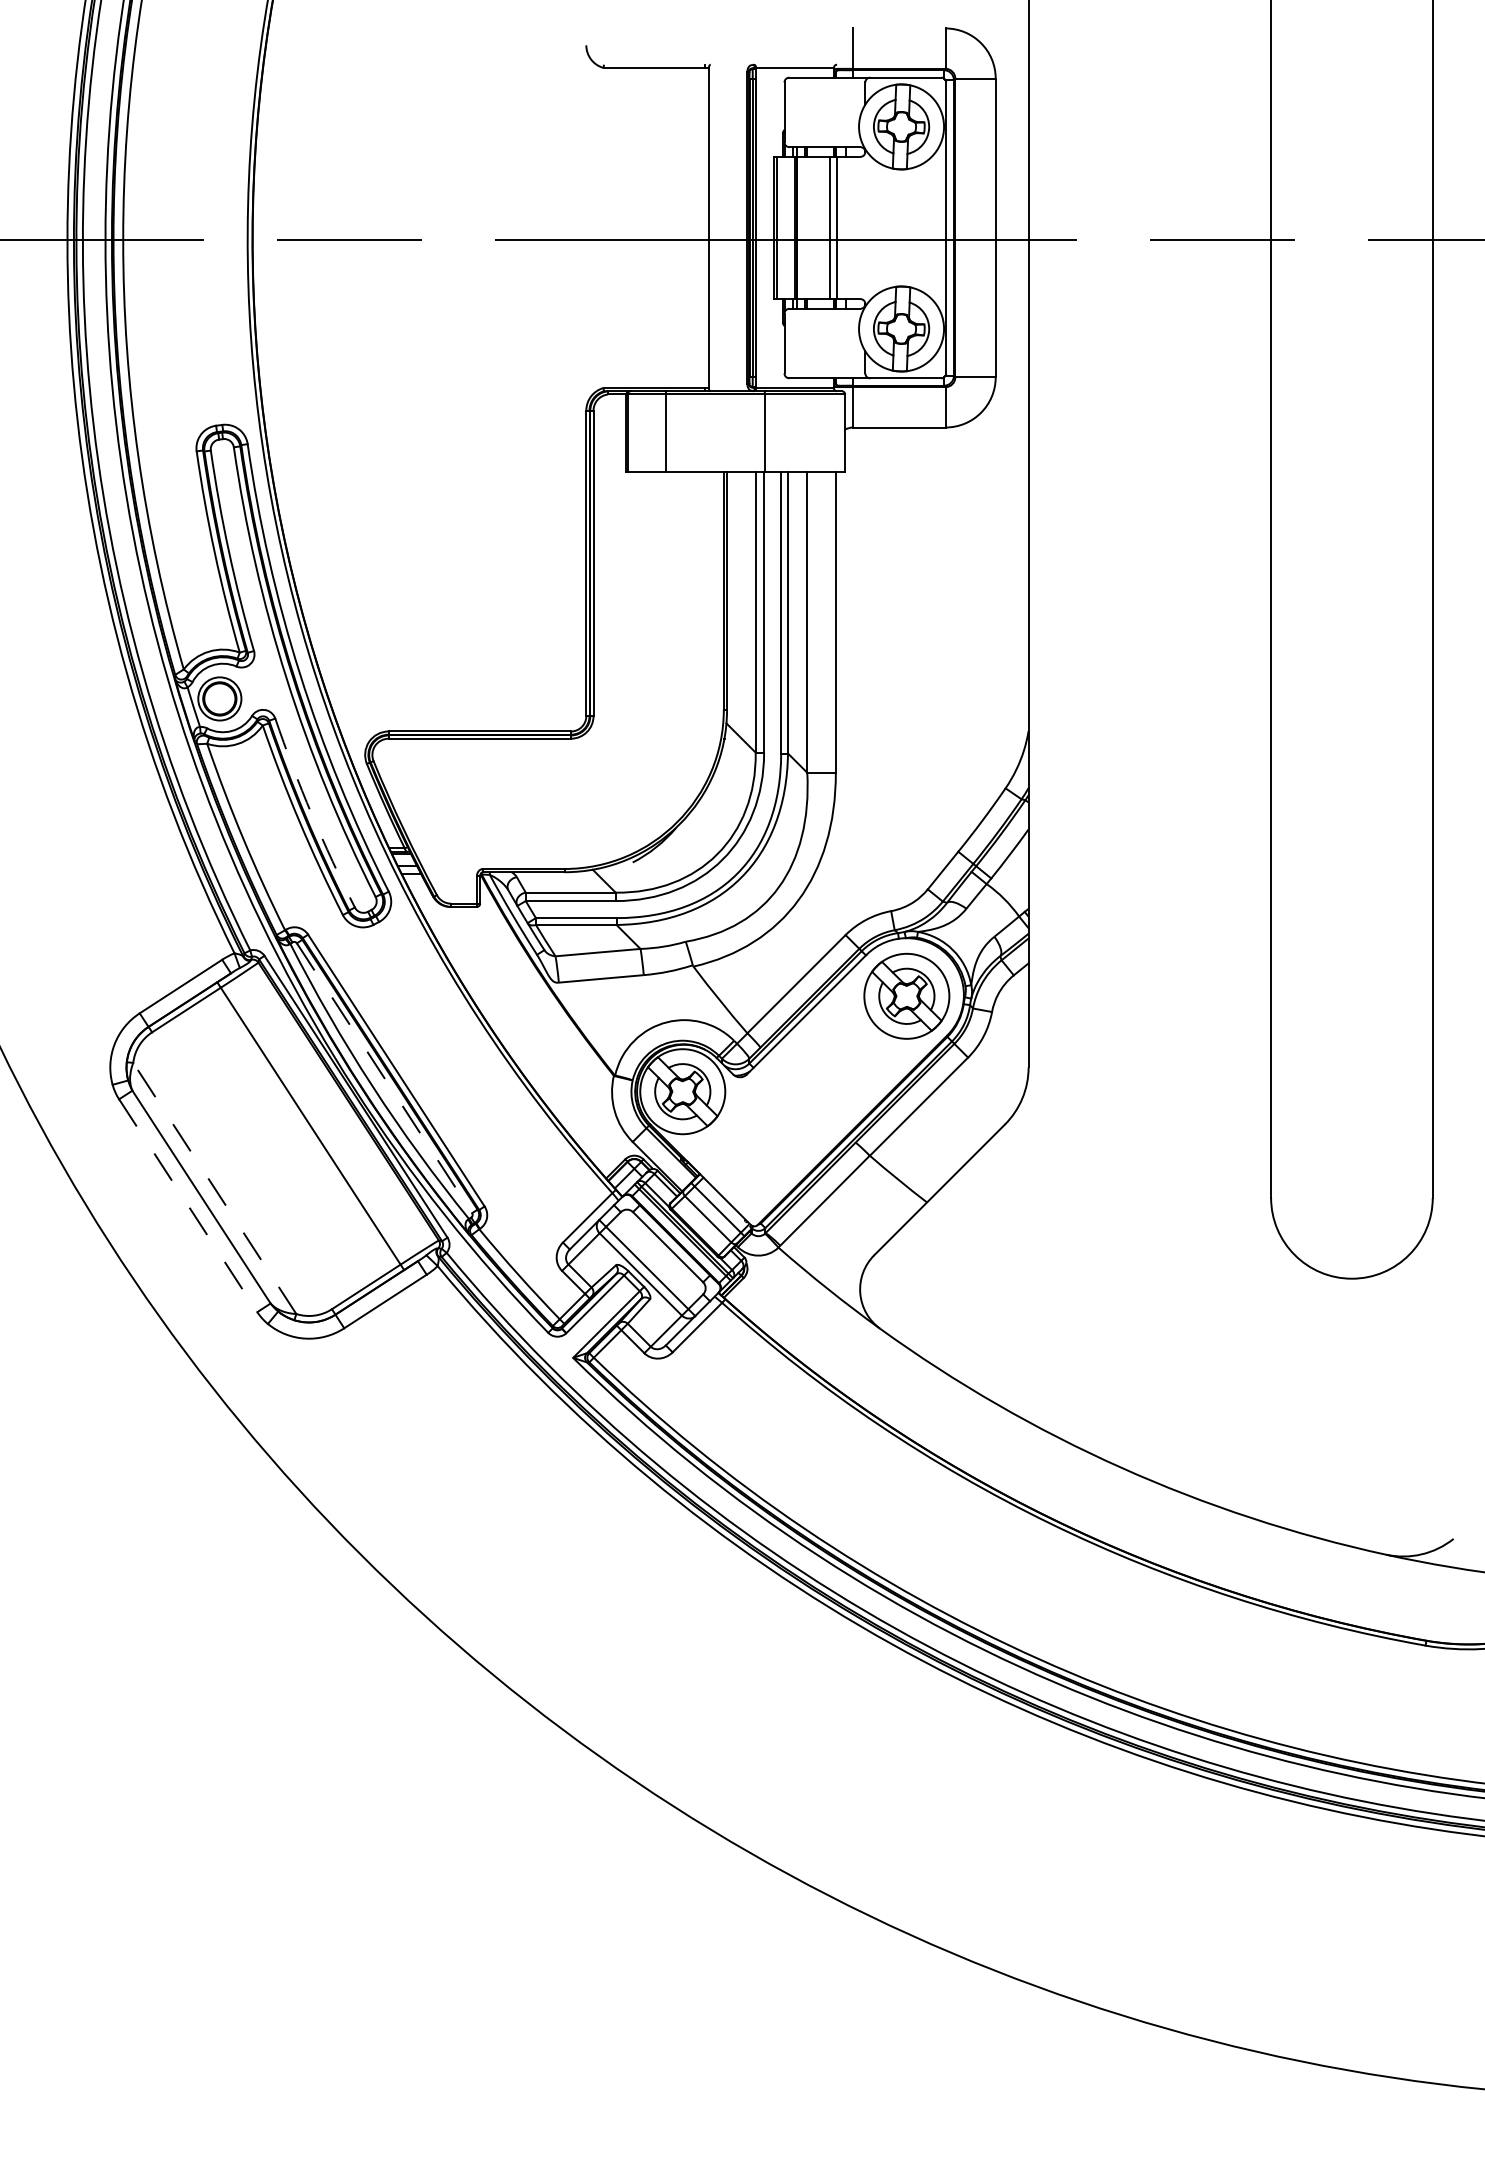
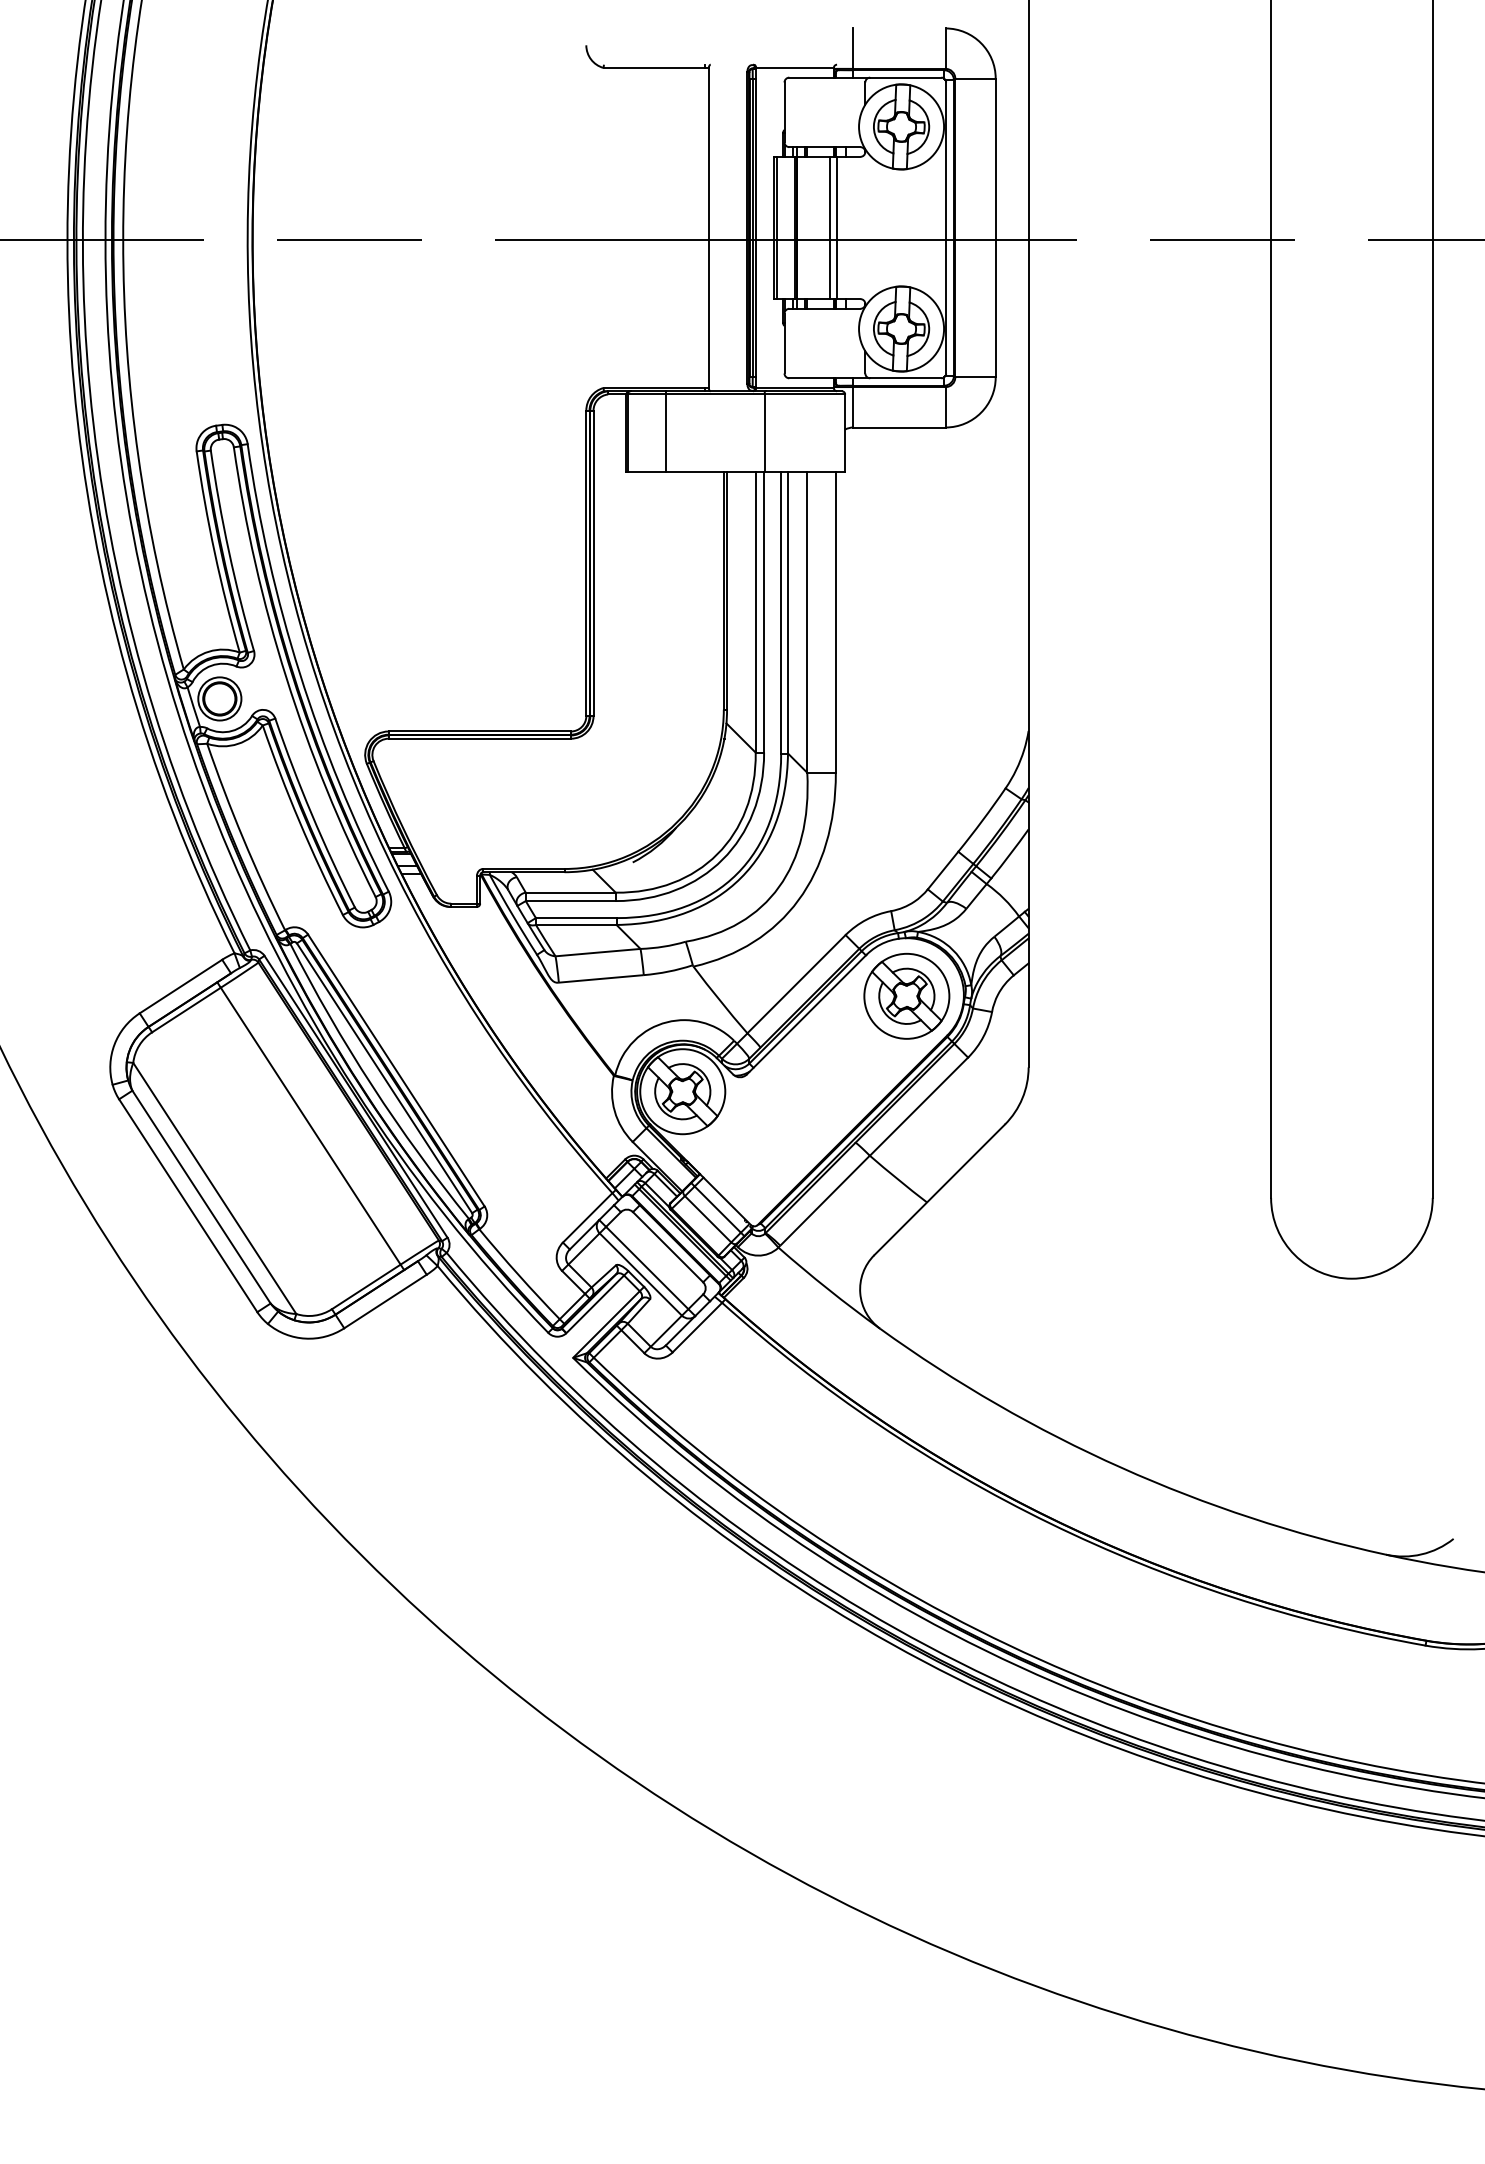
arc at (311, 814): dashed -> solid
line at (384, 1078): dashed -> solid
line at (214, 1188): dashed -> solid
line at (188, 1205): dashed -> solid
